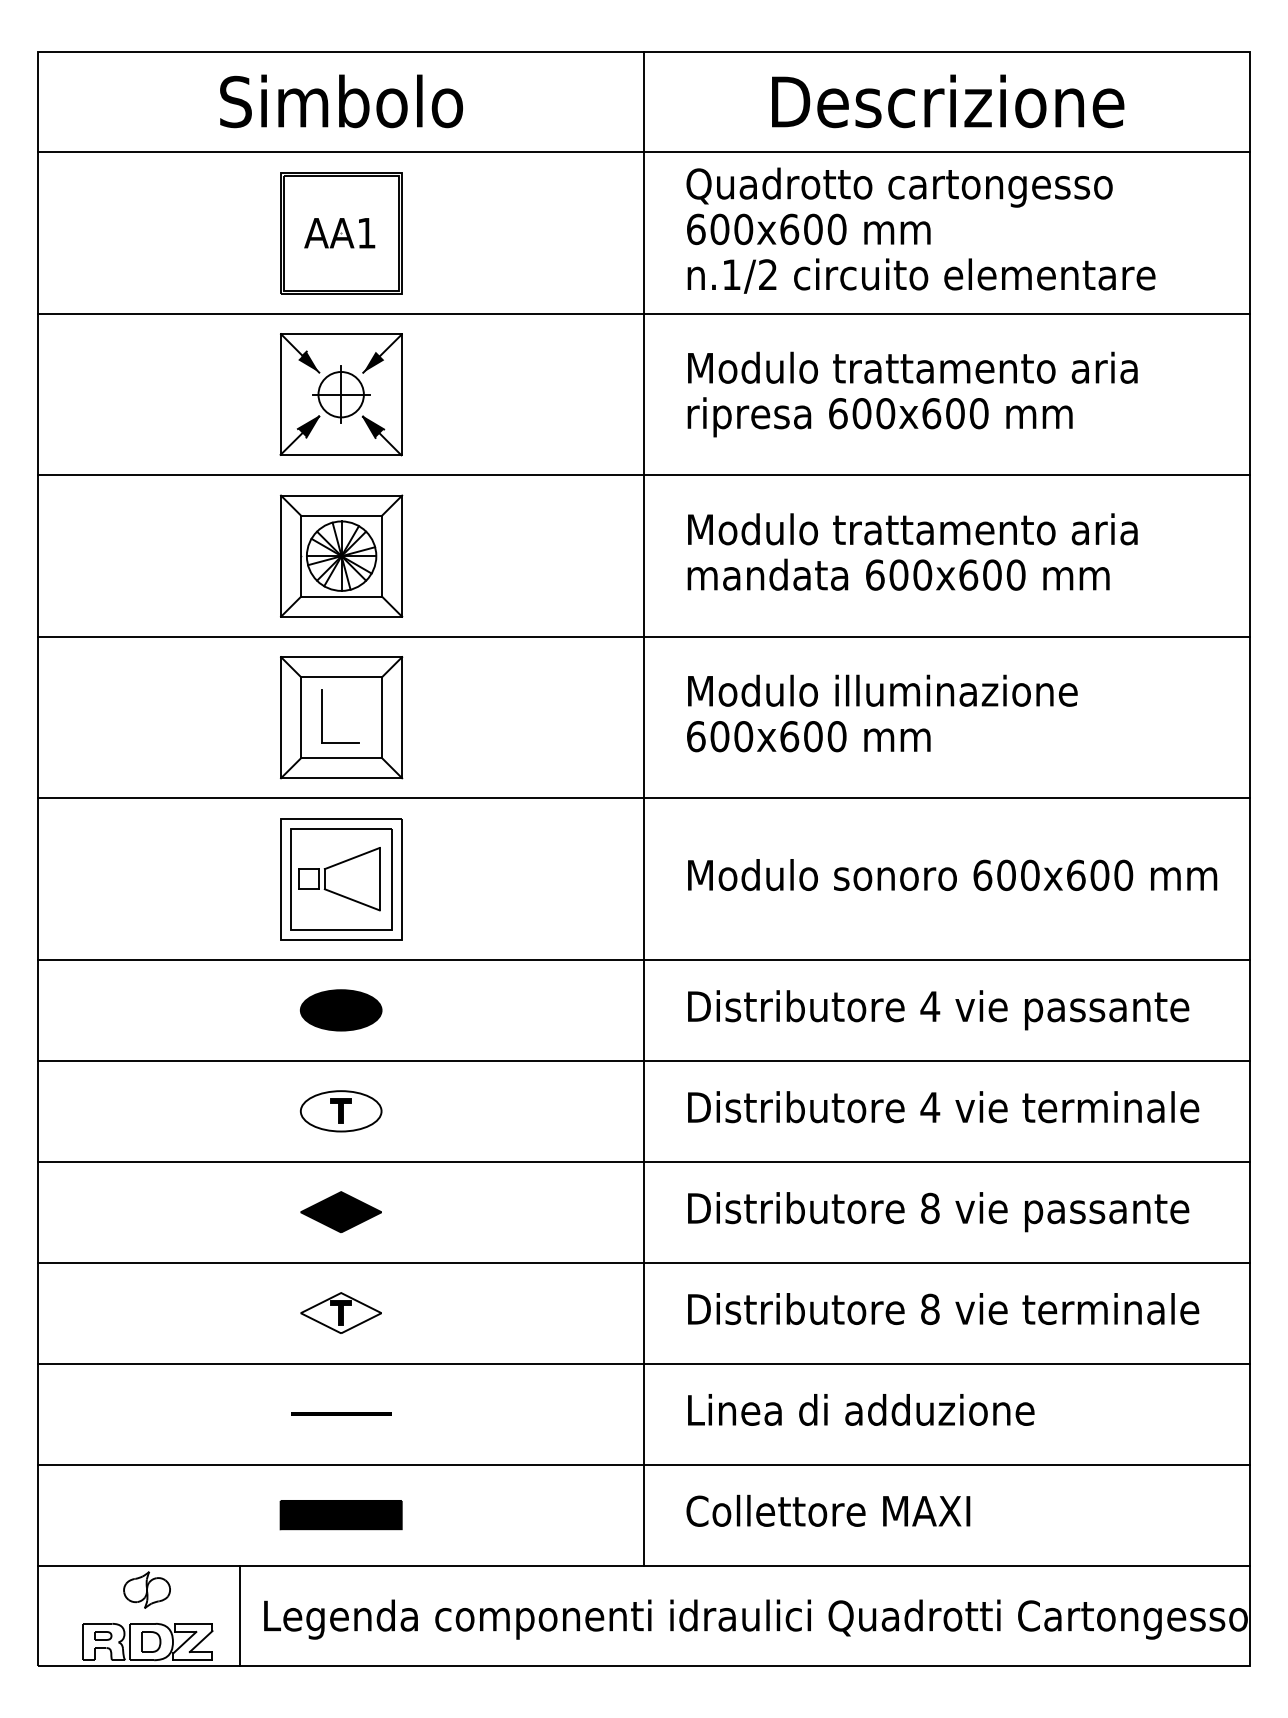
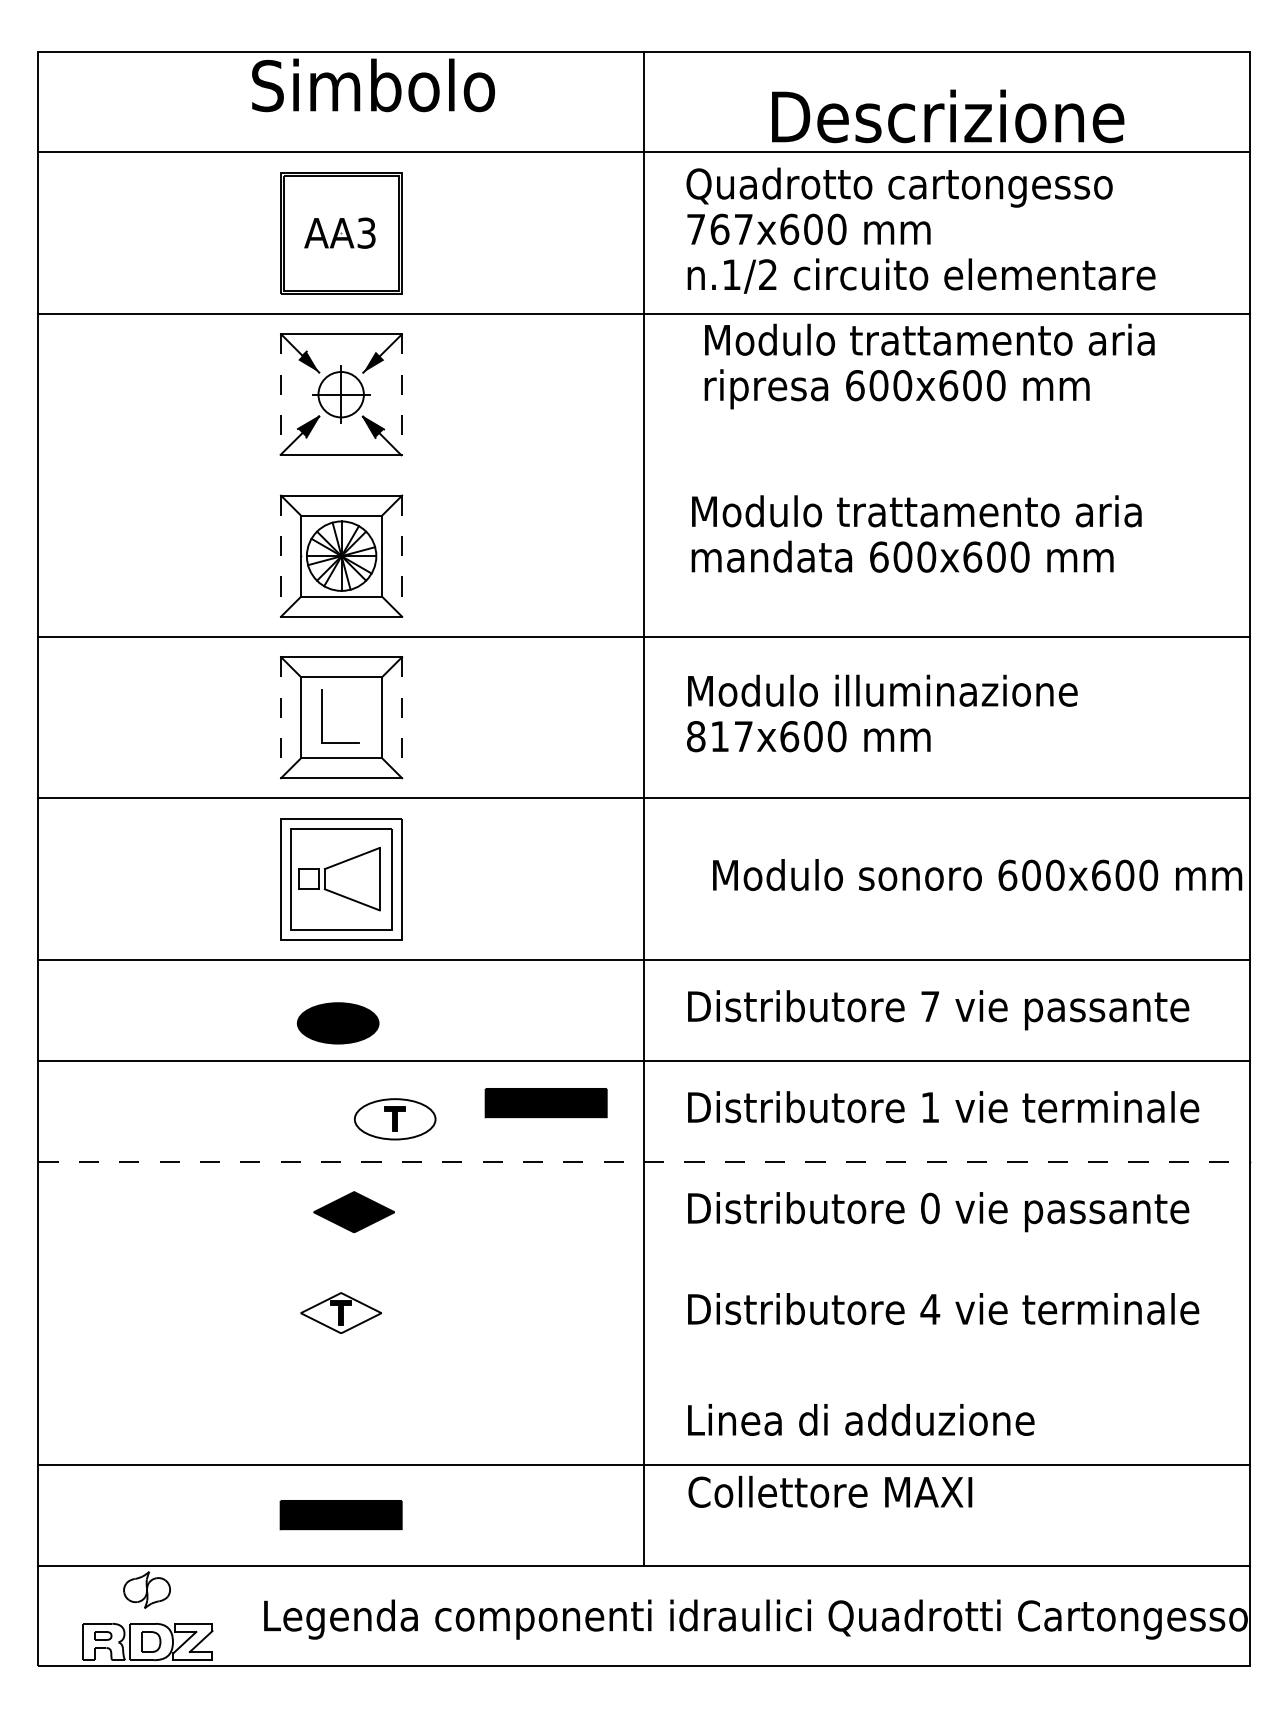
text at (341, 101) position: (341, 101) -> (373, 85)
text at (948, 101) position: (948, 101) -> (948, 116)
text at (720, 229): 600x600 -> 767x600
text at (366, 232): AA1 -> AA3
line at (281, 394): solid -> dashed
line at (402, 394): solid -> dashed
text at (912, 394) position: (912, 394) -> (929, 366)
line at (643, 475): present -> none
text at (912, 551) position: (912, 551) -> (916, 533)
line at (281, 556): solid -> dashed
line at (402, 556): solid -> dashed
line at (281, 717): solid -> dashed
line at (402, 717): solid -> dashed
text at (720, 736): 600x600 -> 817x600
text at (952, 874) position: (952, 874) -> (977, 874)
text at (930, 1006): 4 -> 7
part at (340, 1010) position: (340, 1010) -> (337, 1023)
part at (545, 1103): none -> present
text at (930, 1107): 4 -> 1
part at (340, 1111) position: (340, 1111) -> (394, 1119)
line at (644, 1161): solid -> dashed
text at (930, 1208): 8 -> 0
part at (340, 1211) position: (340, 1211) -> (353, 1211)
line at (643, 1262): present -> none
text at (930, 1309): 8 -> 4
line at (643, 1363): present -> none
text at (861, 1409) position: (861, 1409) -> (861, 1419)
line at (341, 1413): present -> none
text at (828, 1510) position: (828, 1510) -> (830, 1491)
line at (240, 1615): present -> none
